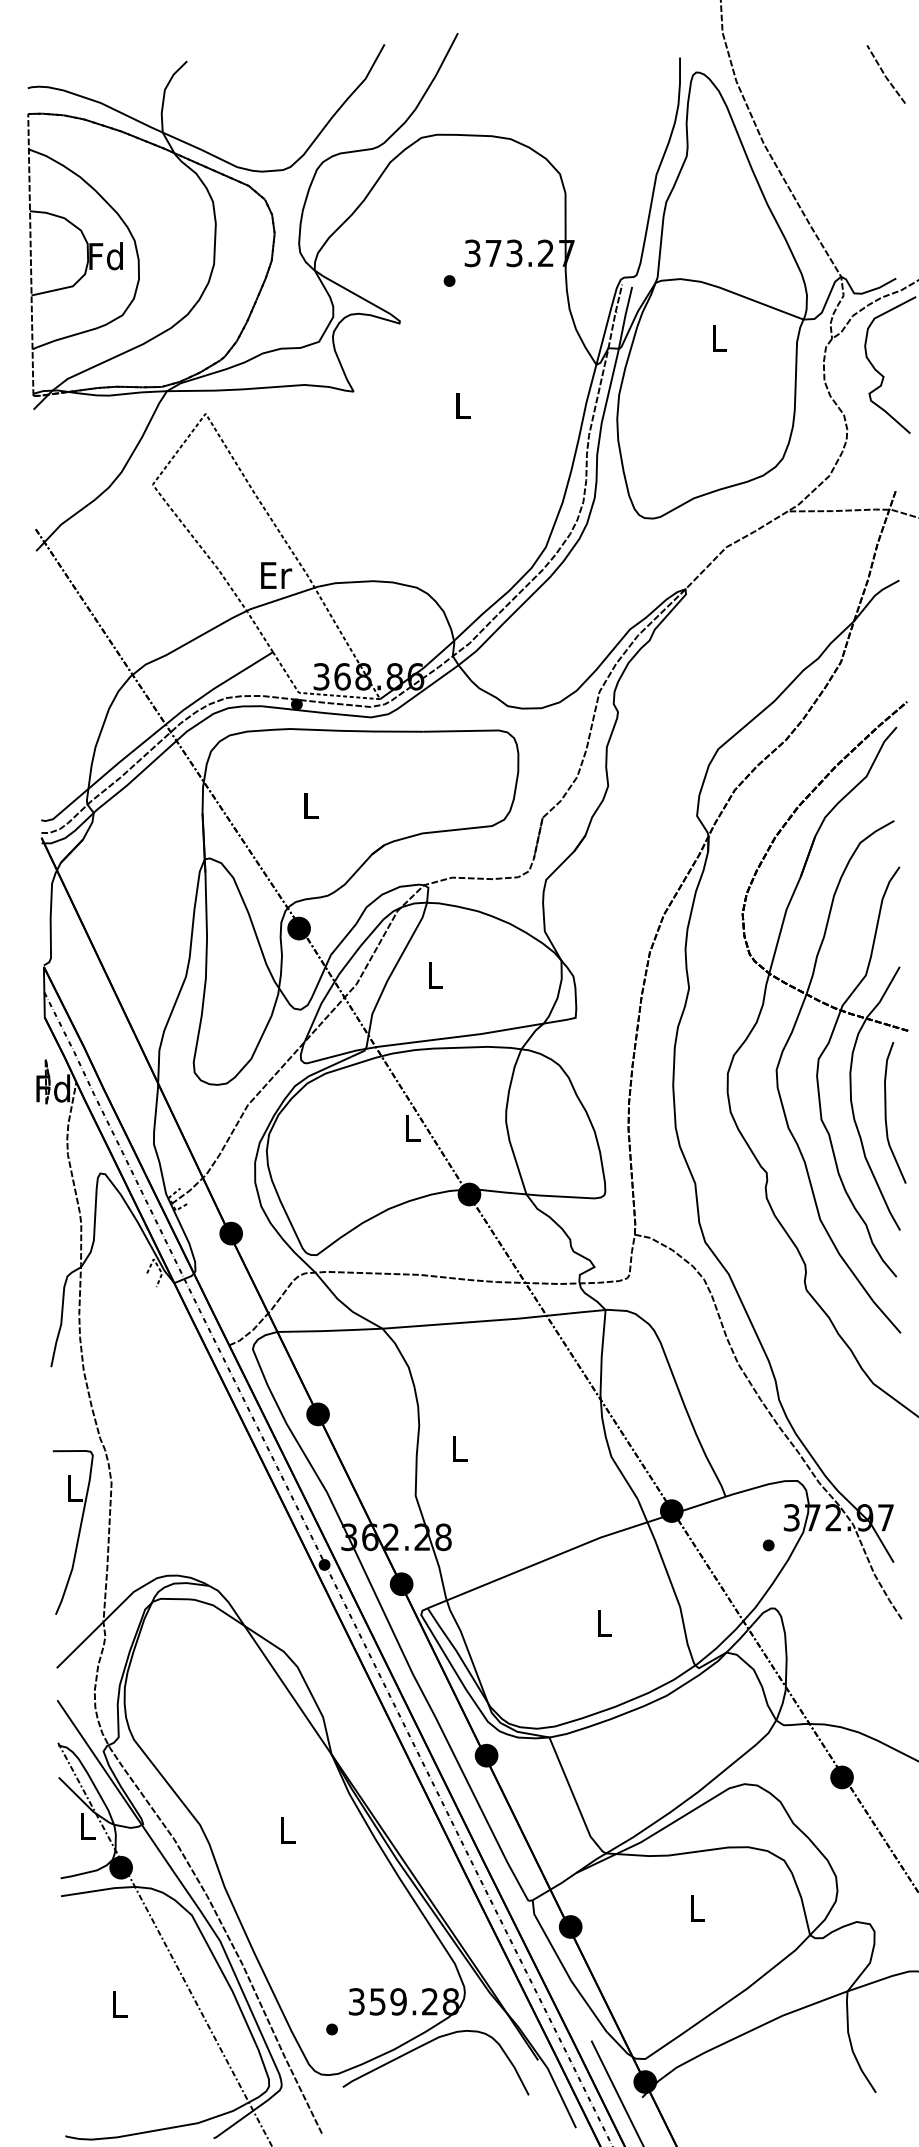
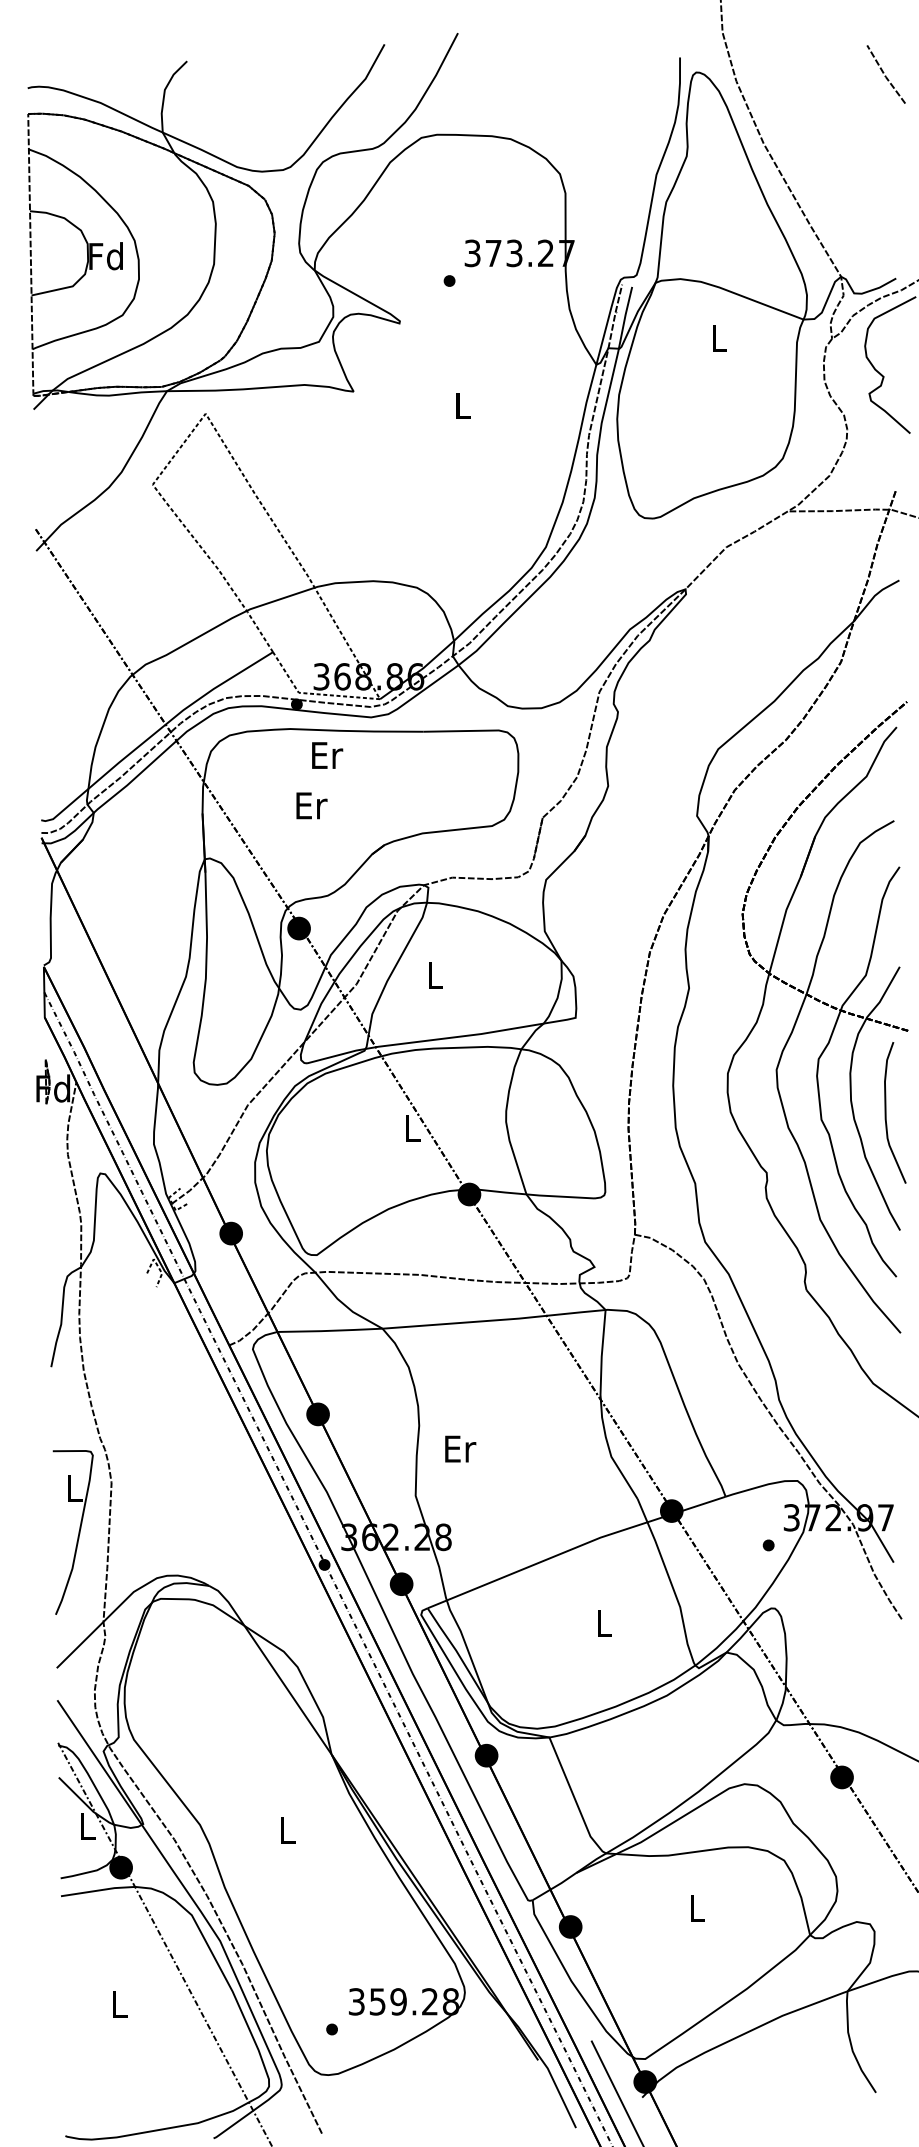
text at (276, 575) position: (276, 575) -> (327, 755)
text at (311, 805): L -> Er
text at (460, 1448): L -> Er
curve at (426, 2044): present -> none
